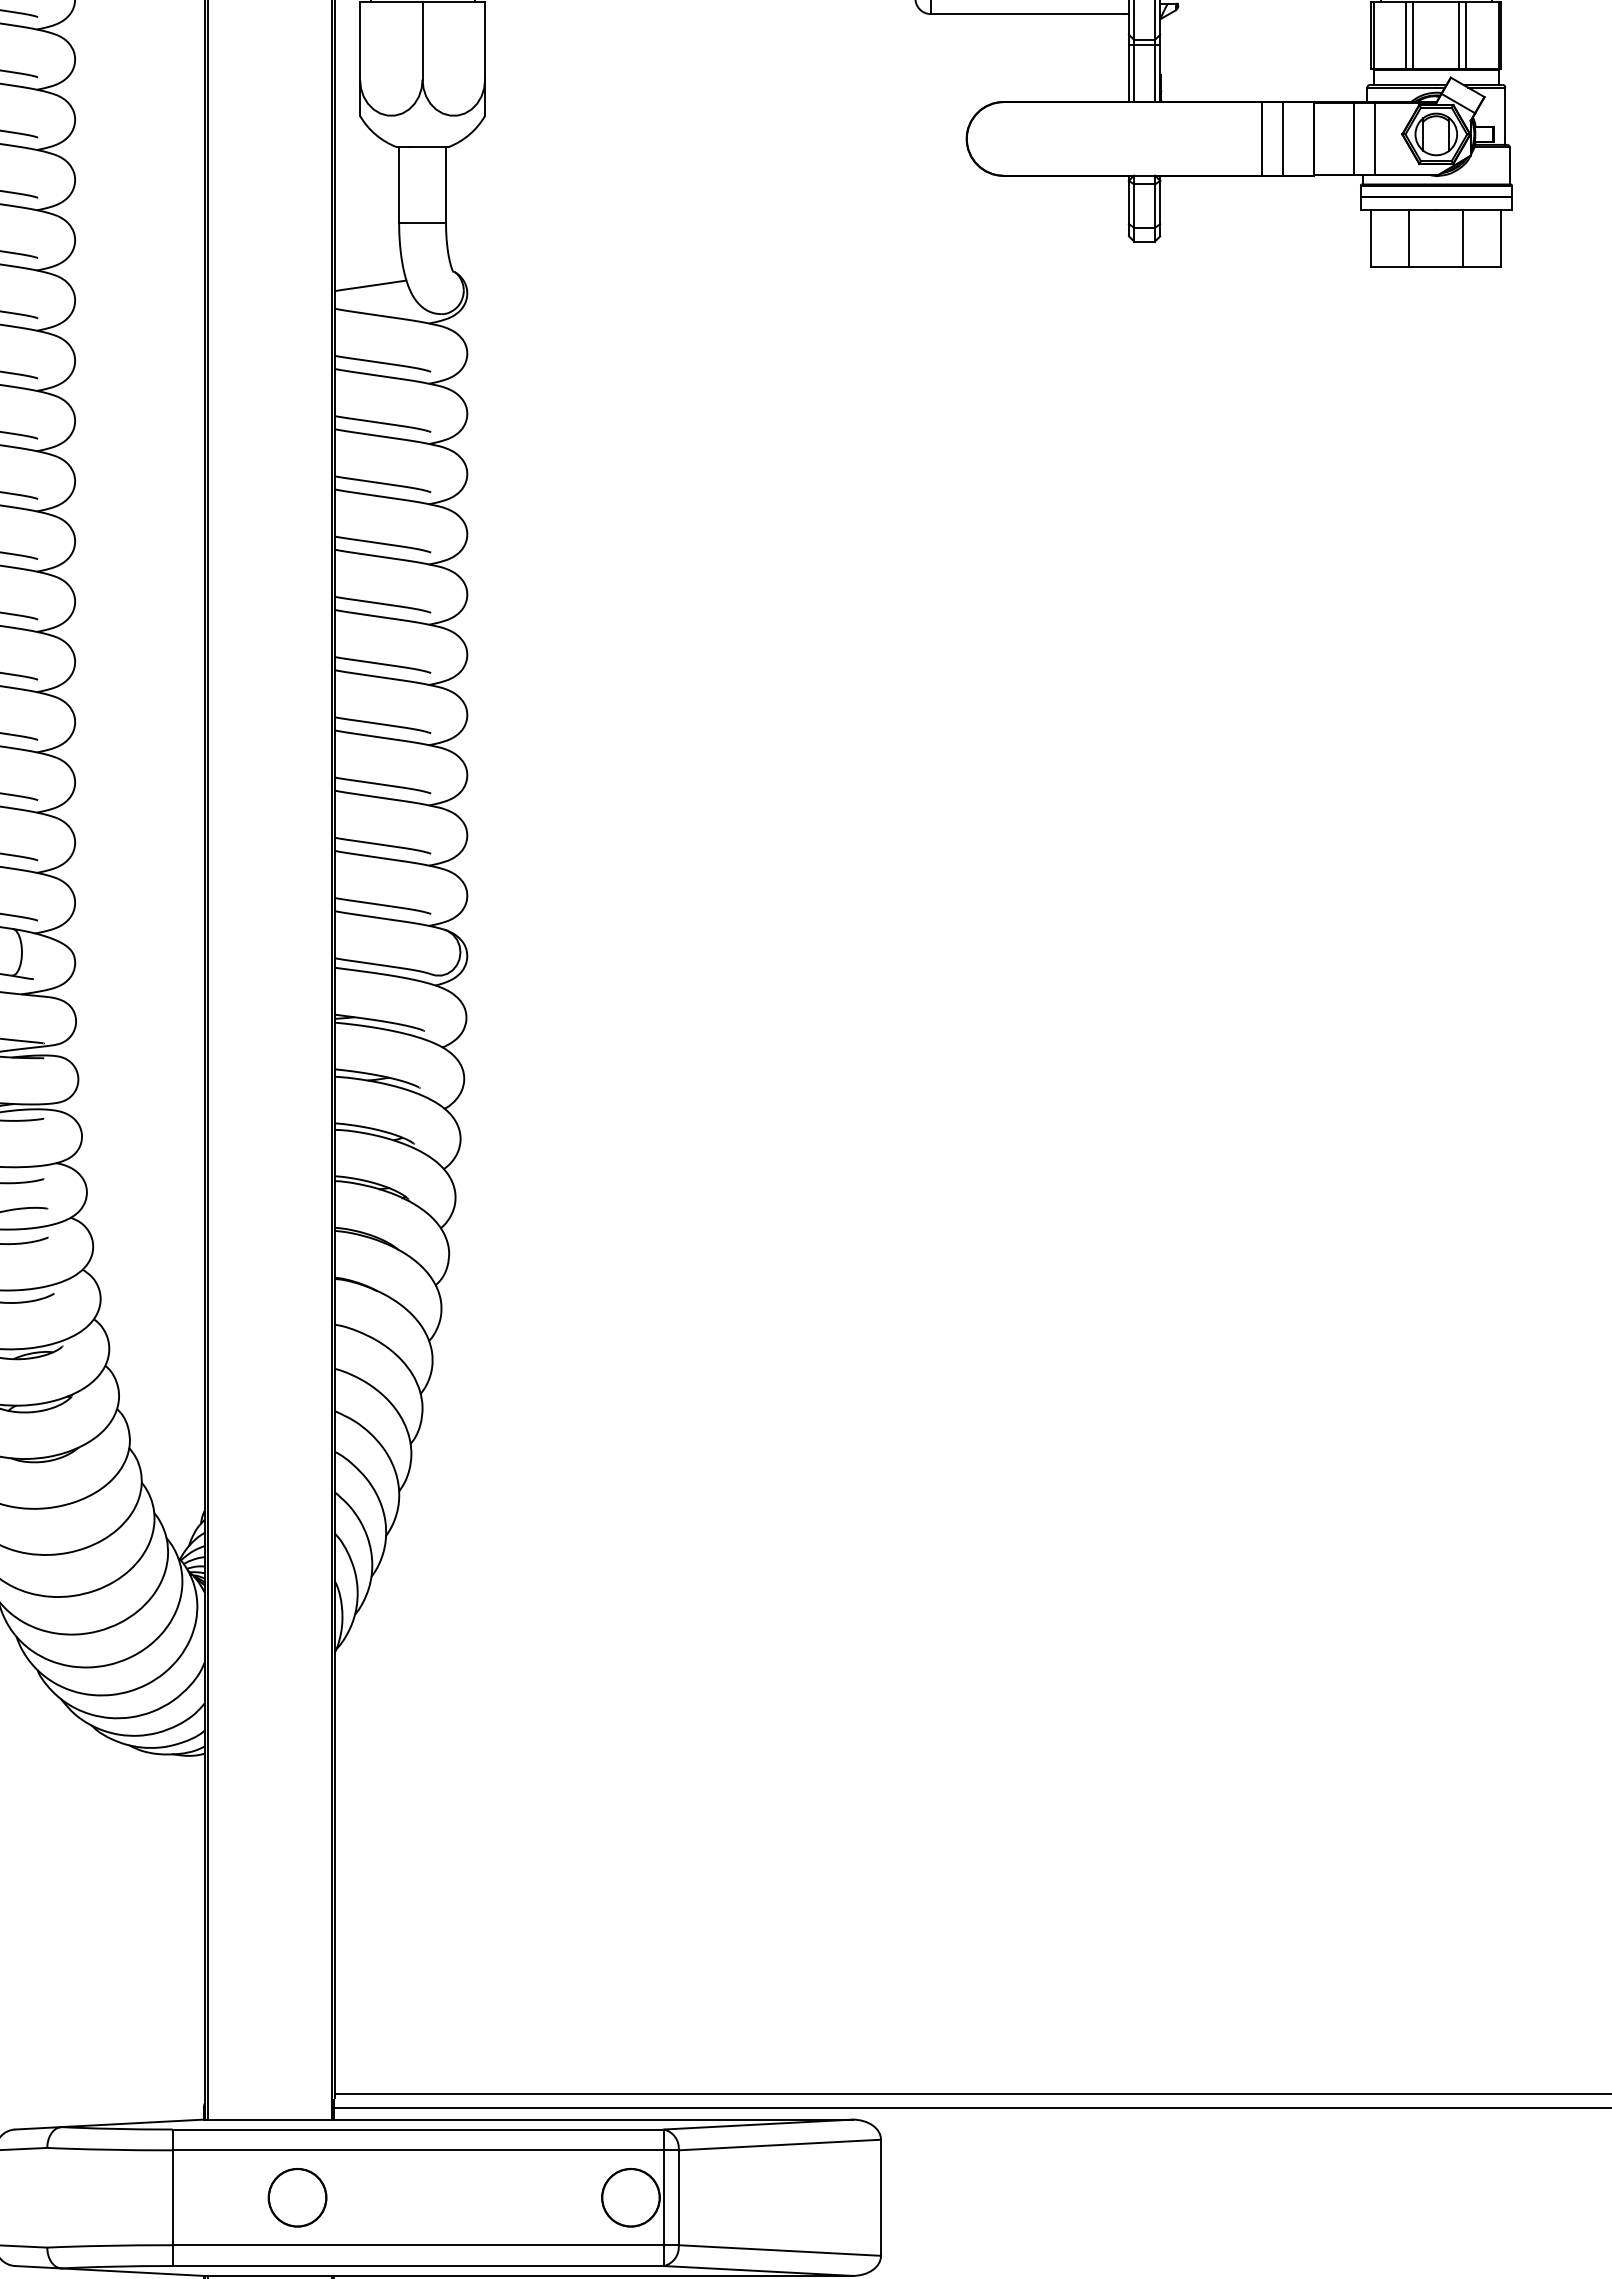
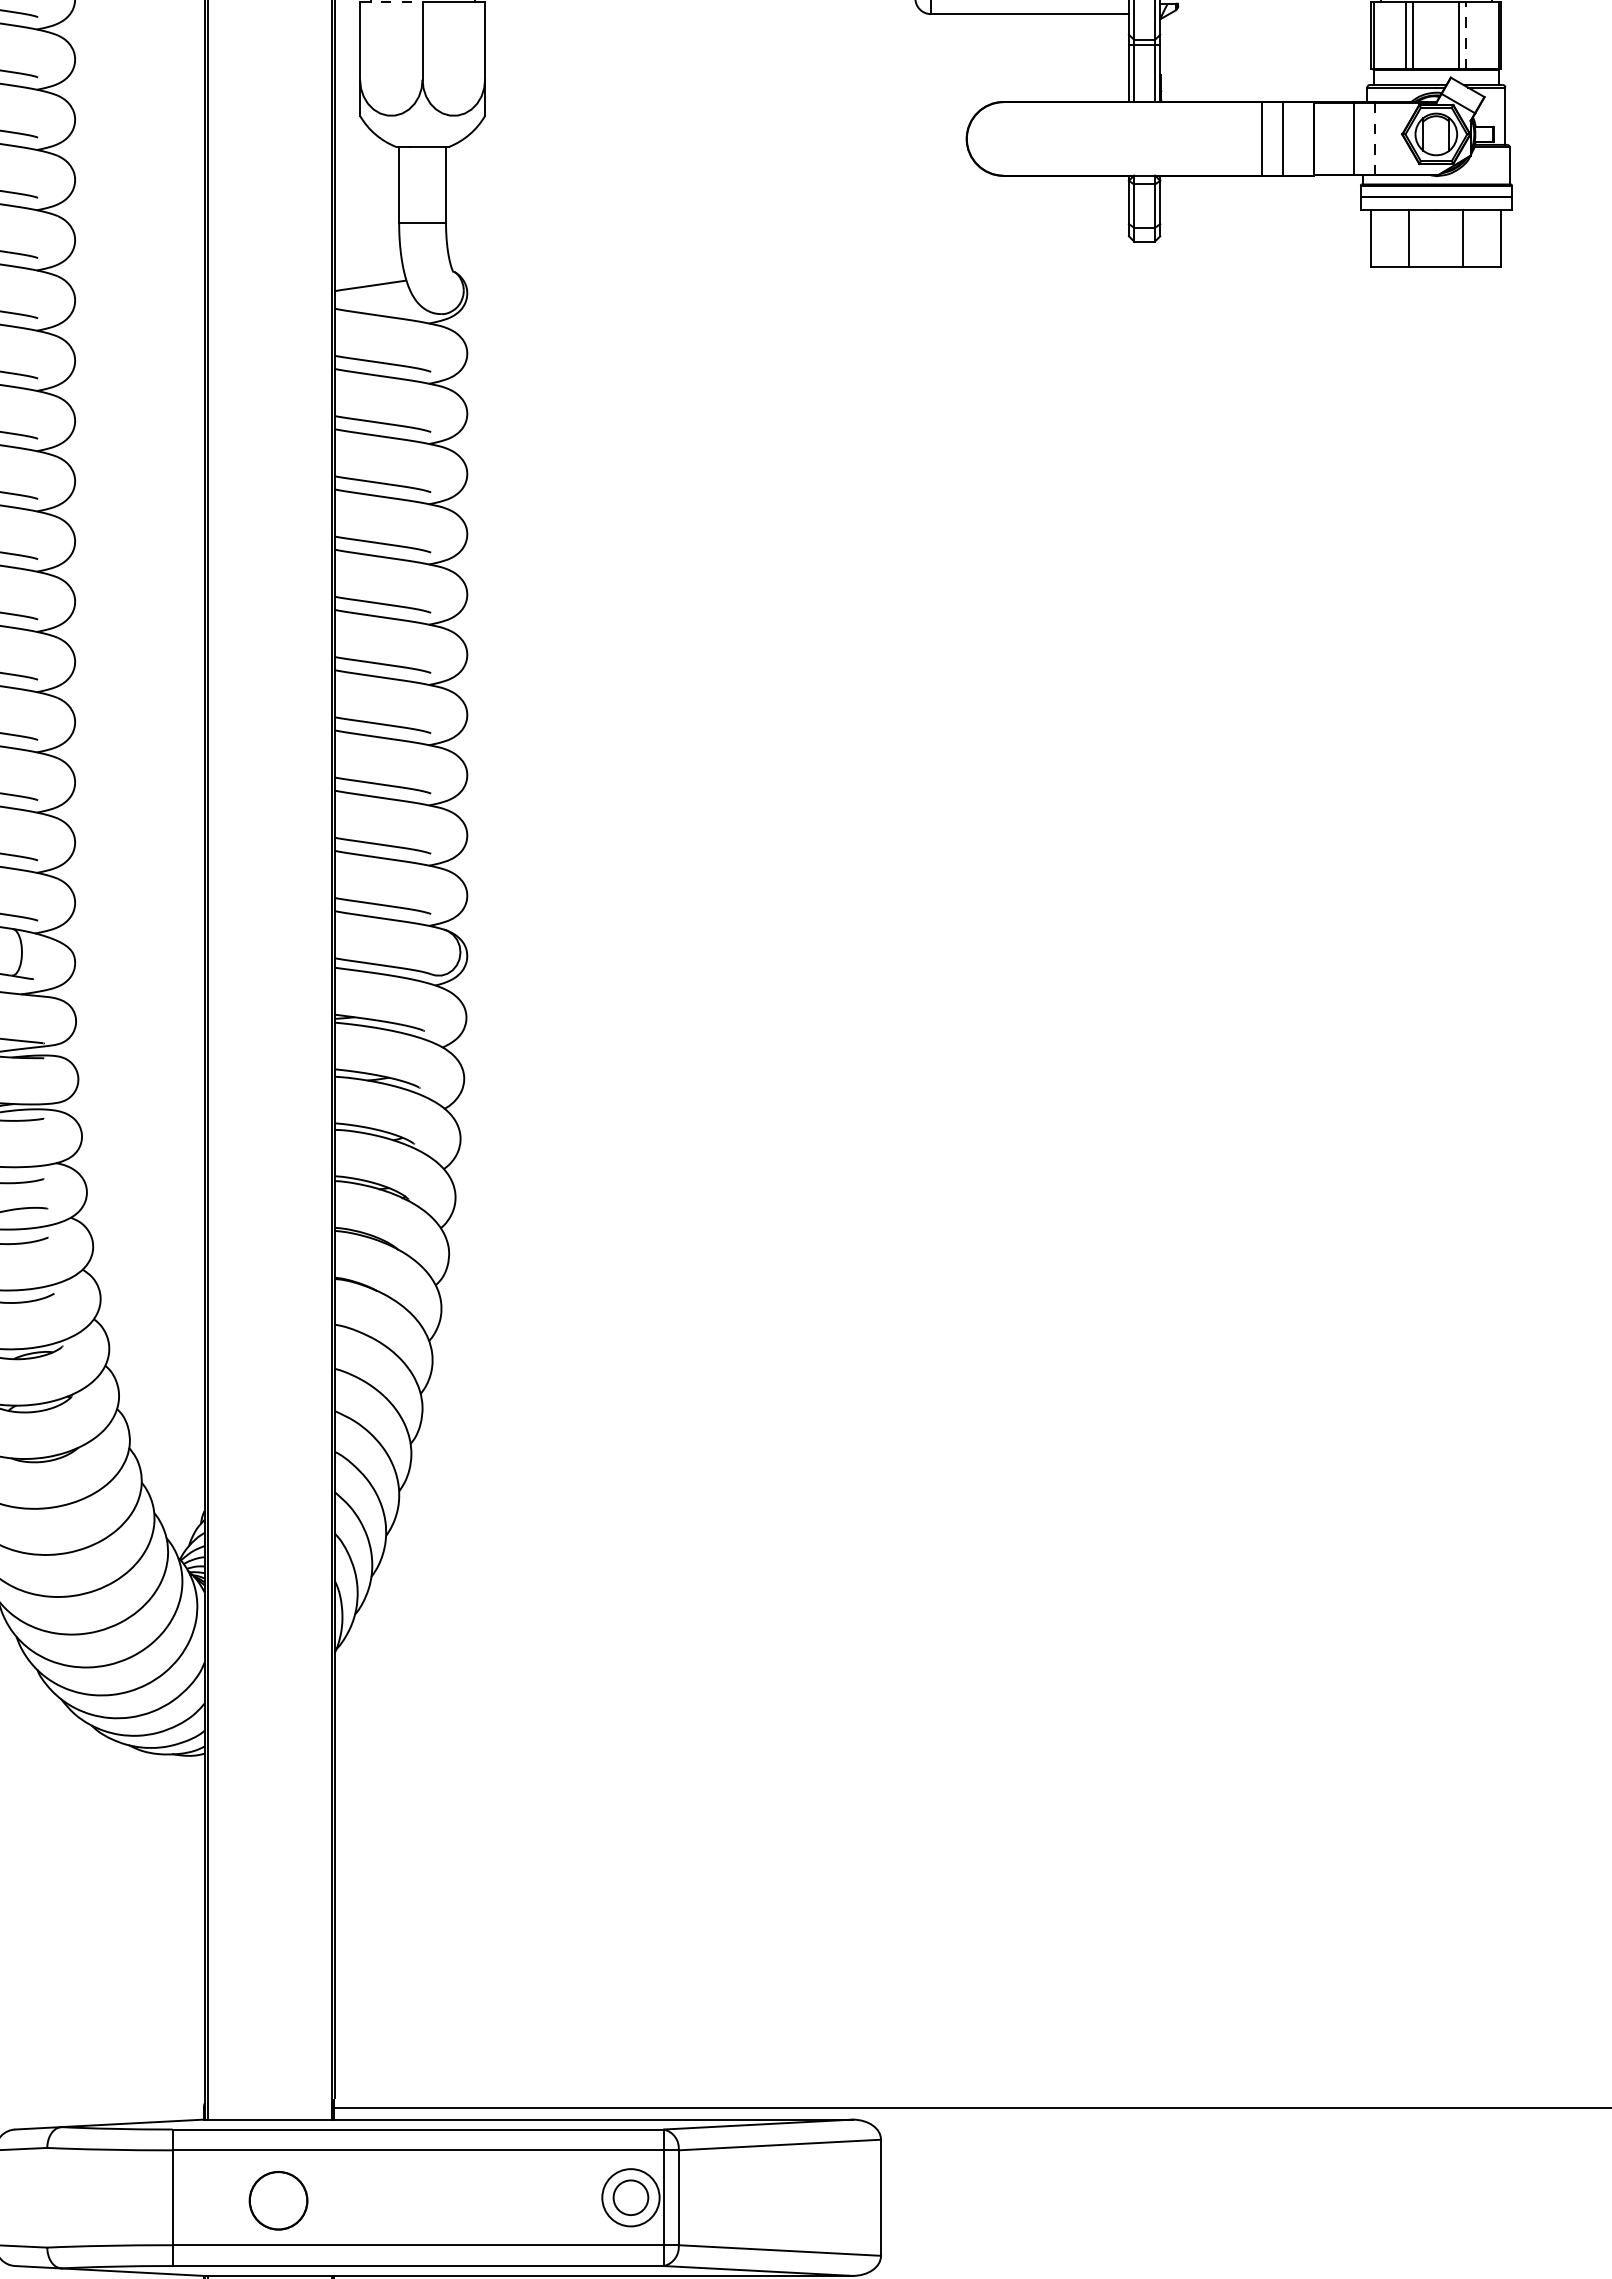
line at (391, 1): solid -> dashed
line at (1466, 35): solid -> dashed
line at (1374, 139): solid -> dashed
line at (971, 2093): present -> none
part at (297, 2197) position: (297, 2197) -> (278, 2200)
circle at (630, 2197) diameter: 58 px -> 35 px
